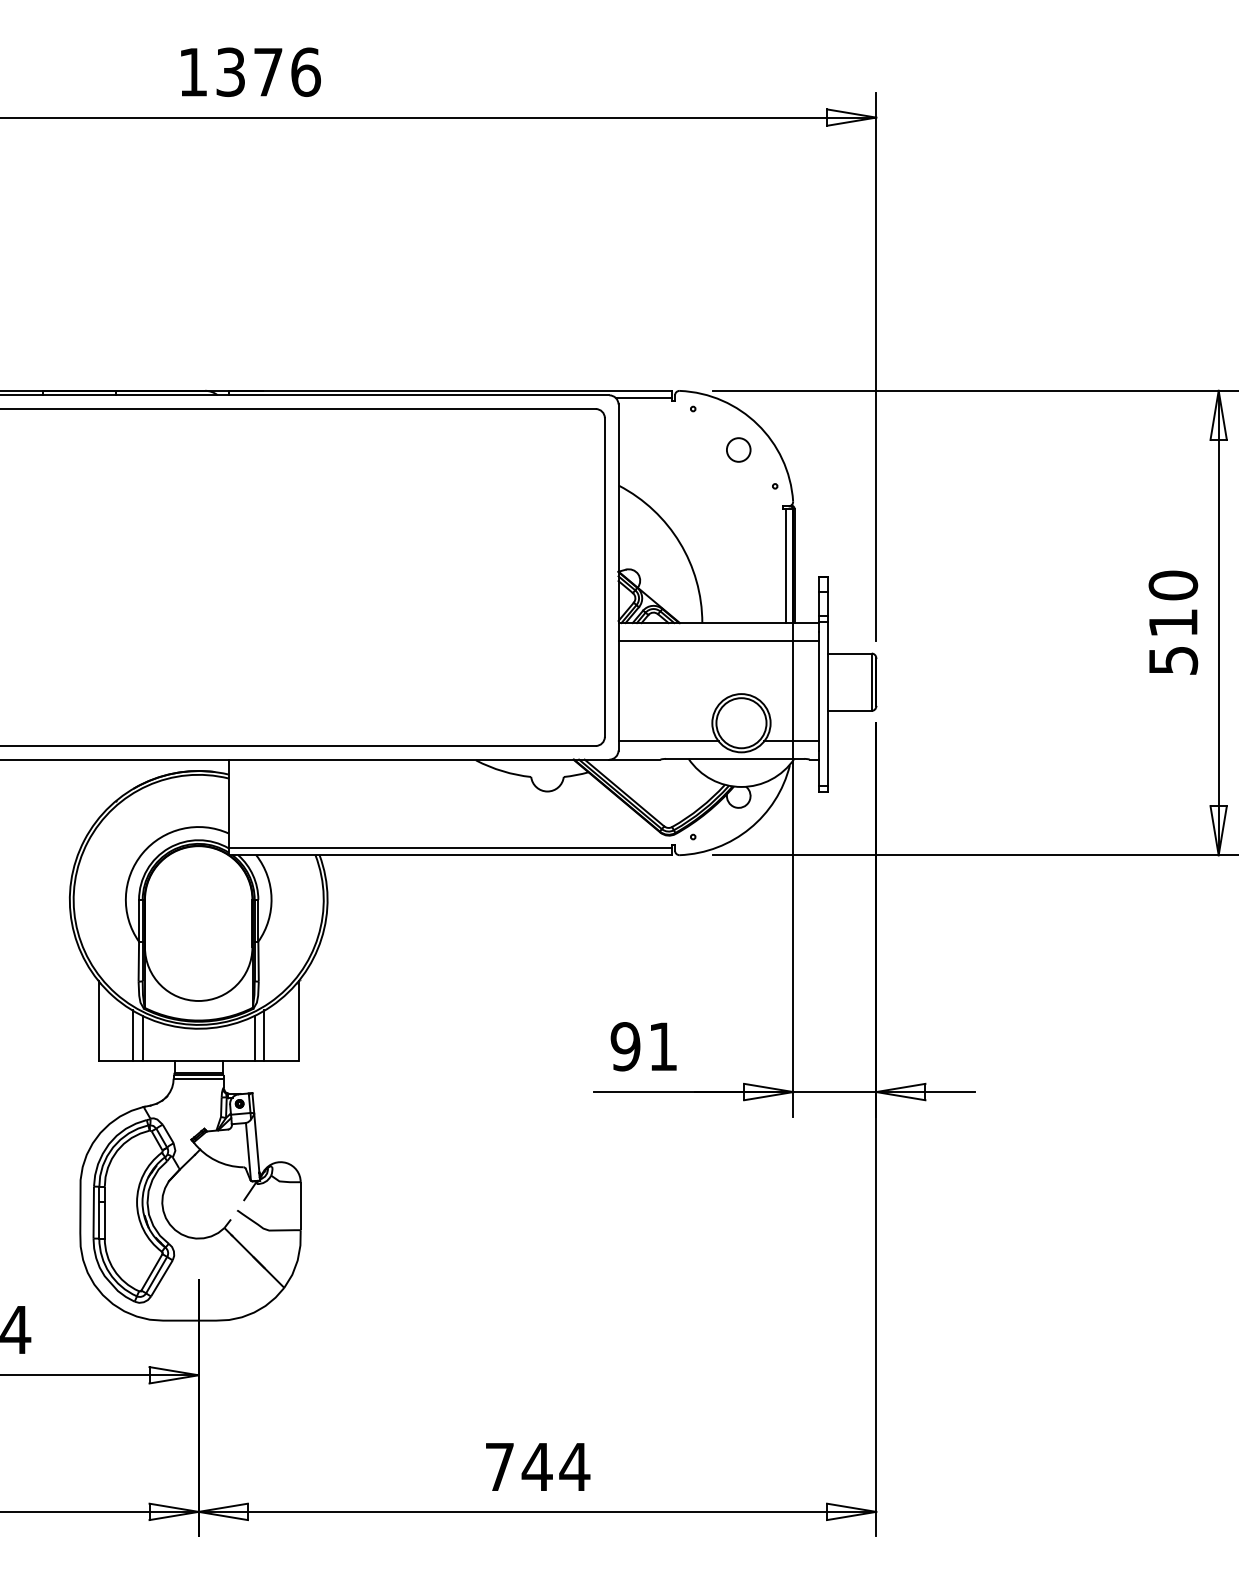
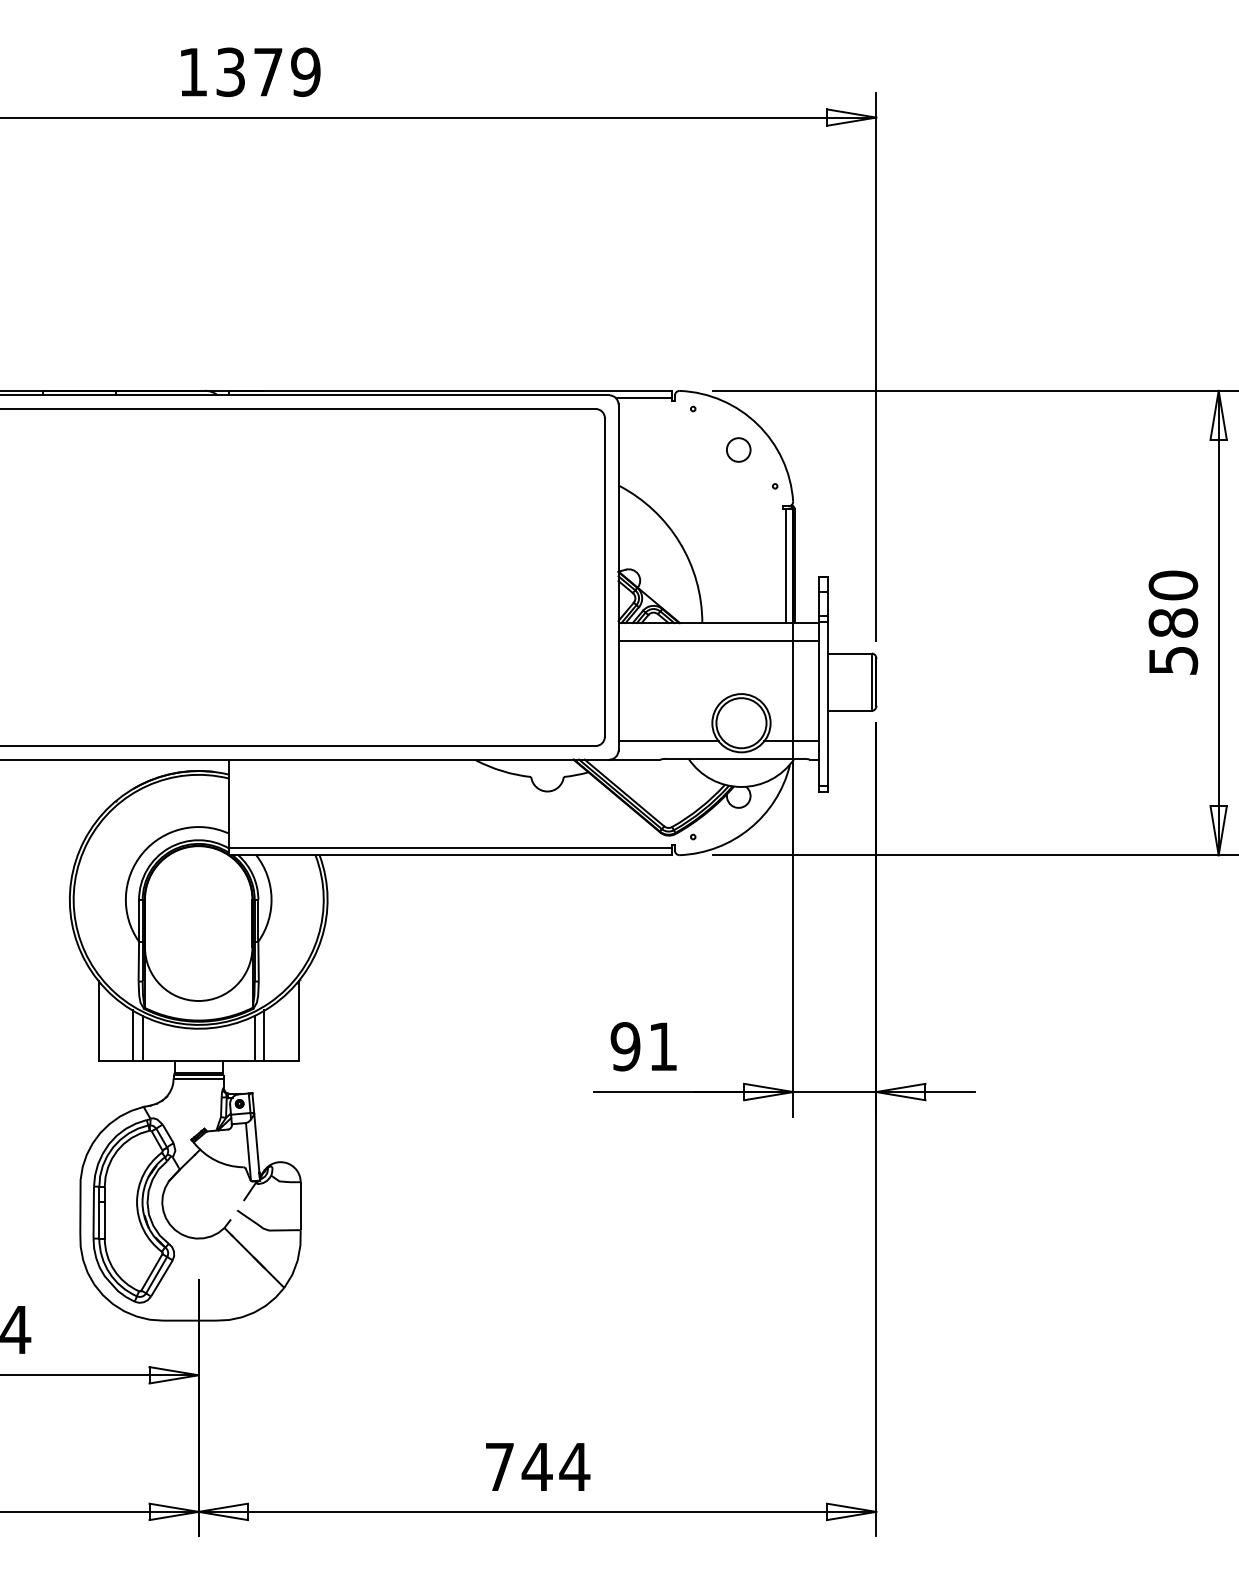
text at (305, 72): 1376 -> 1379
text at (1173, 622): 510 -> 580
